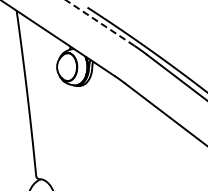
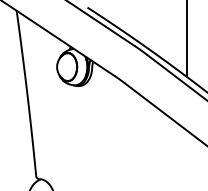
line at (99, 22): dashed -> solid
line at (187, 39): none -> present
